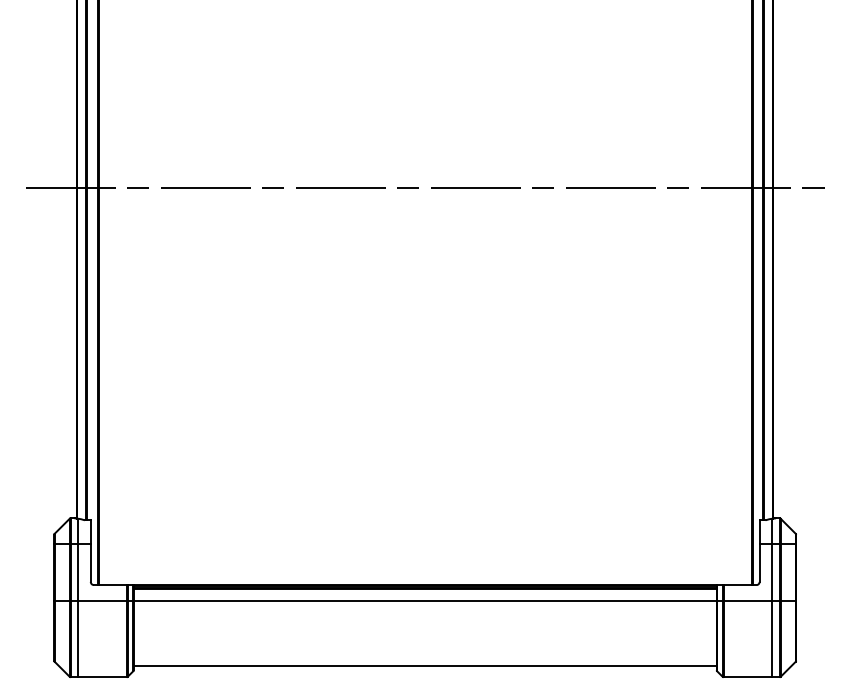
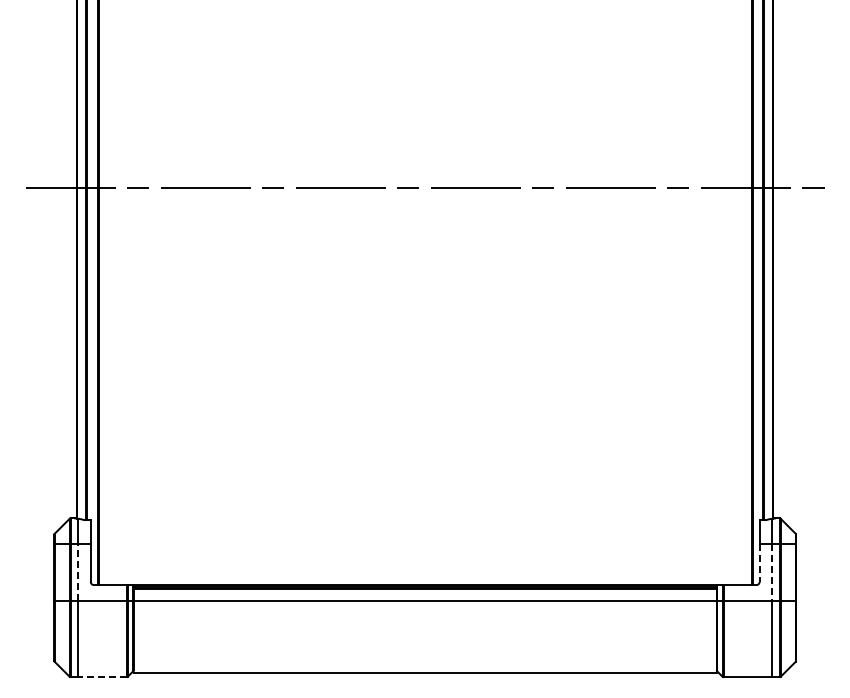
line at (759, 563): solid -> dashed
line at (78, 572): solid -> dashed
line at (772, 572): solid -> dashed
line at (424, 666) position: (424, 666) -> (424, 673)
line at (101, 677): solid -> dashed
